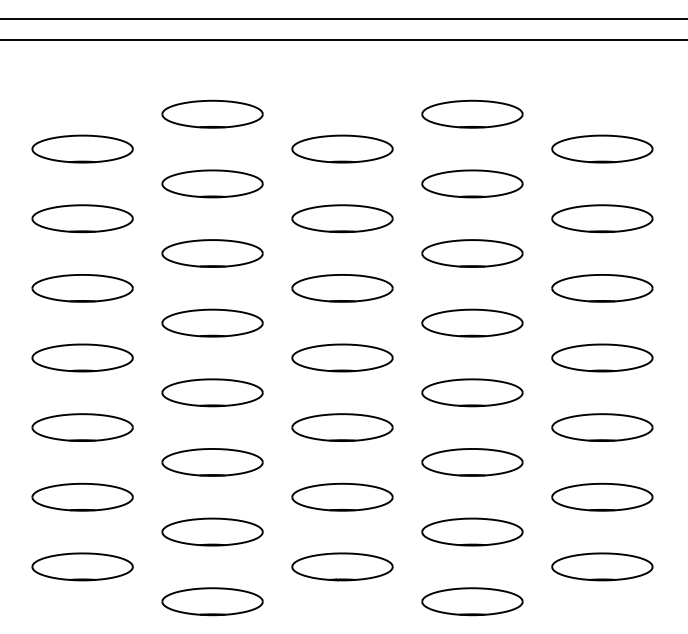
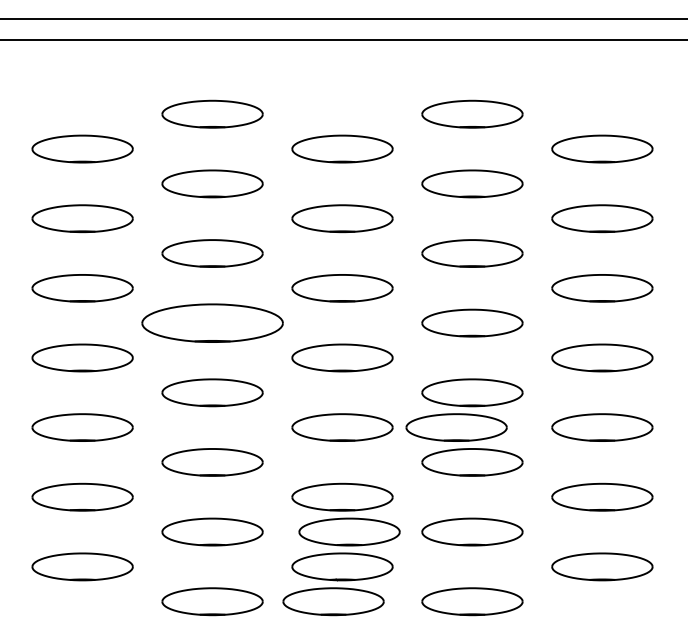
part at (212, 322) size: 103x30 px -> 143x40 px
part at (456, 427): none -> present
part at (349, 531): none -> present
part at (333, 601): none -> present
